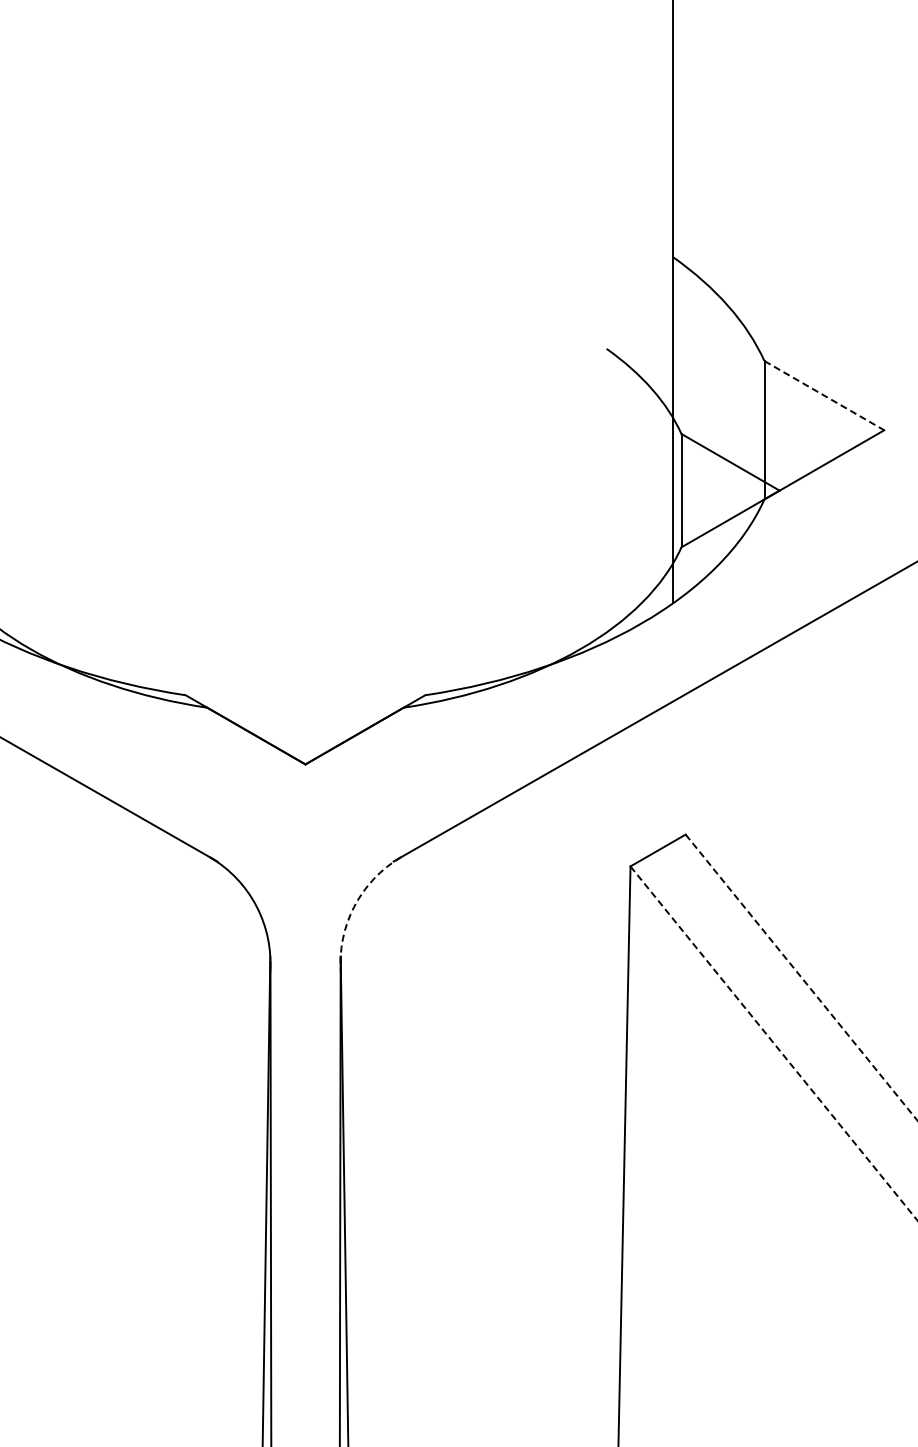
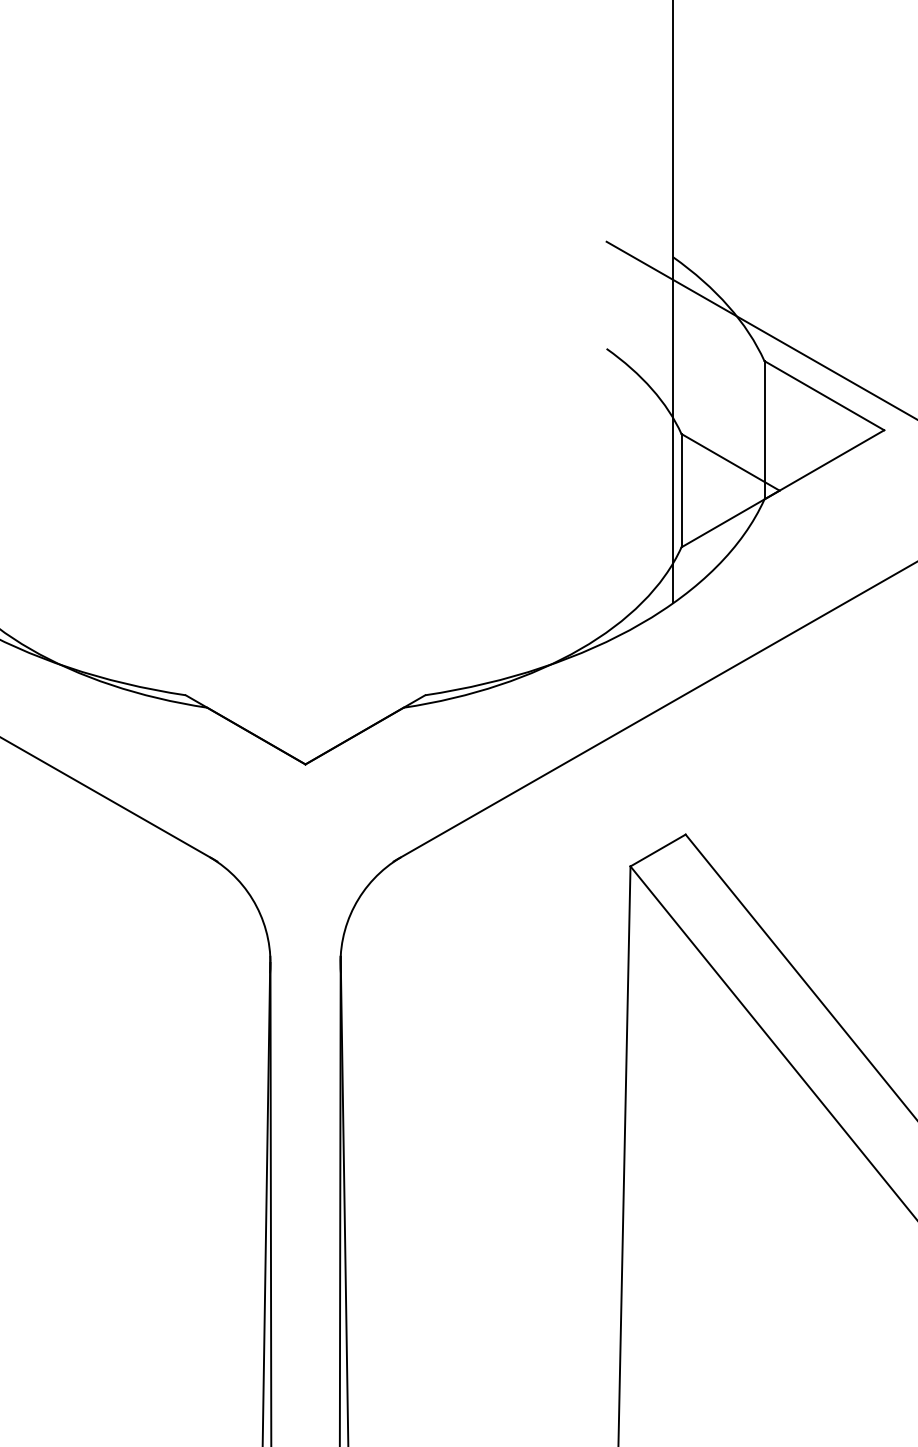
line at (760, 329): none -> present
line at (824, 395): dashed -> solid
arc at (354, 906): dashed -> solid
line at (802, 978): dashed -> solid
line at (773, 1043): dashed -> solid
